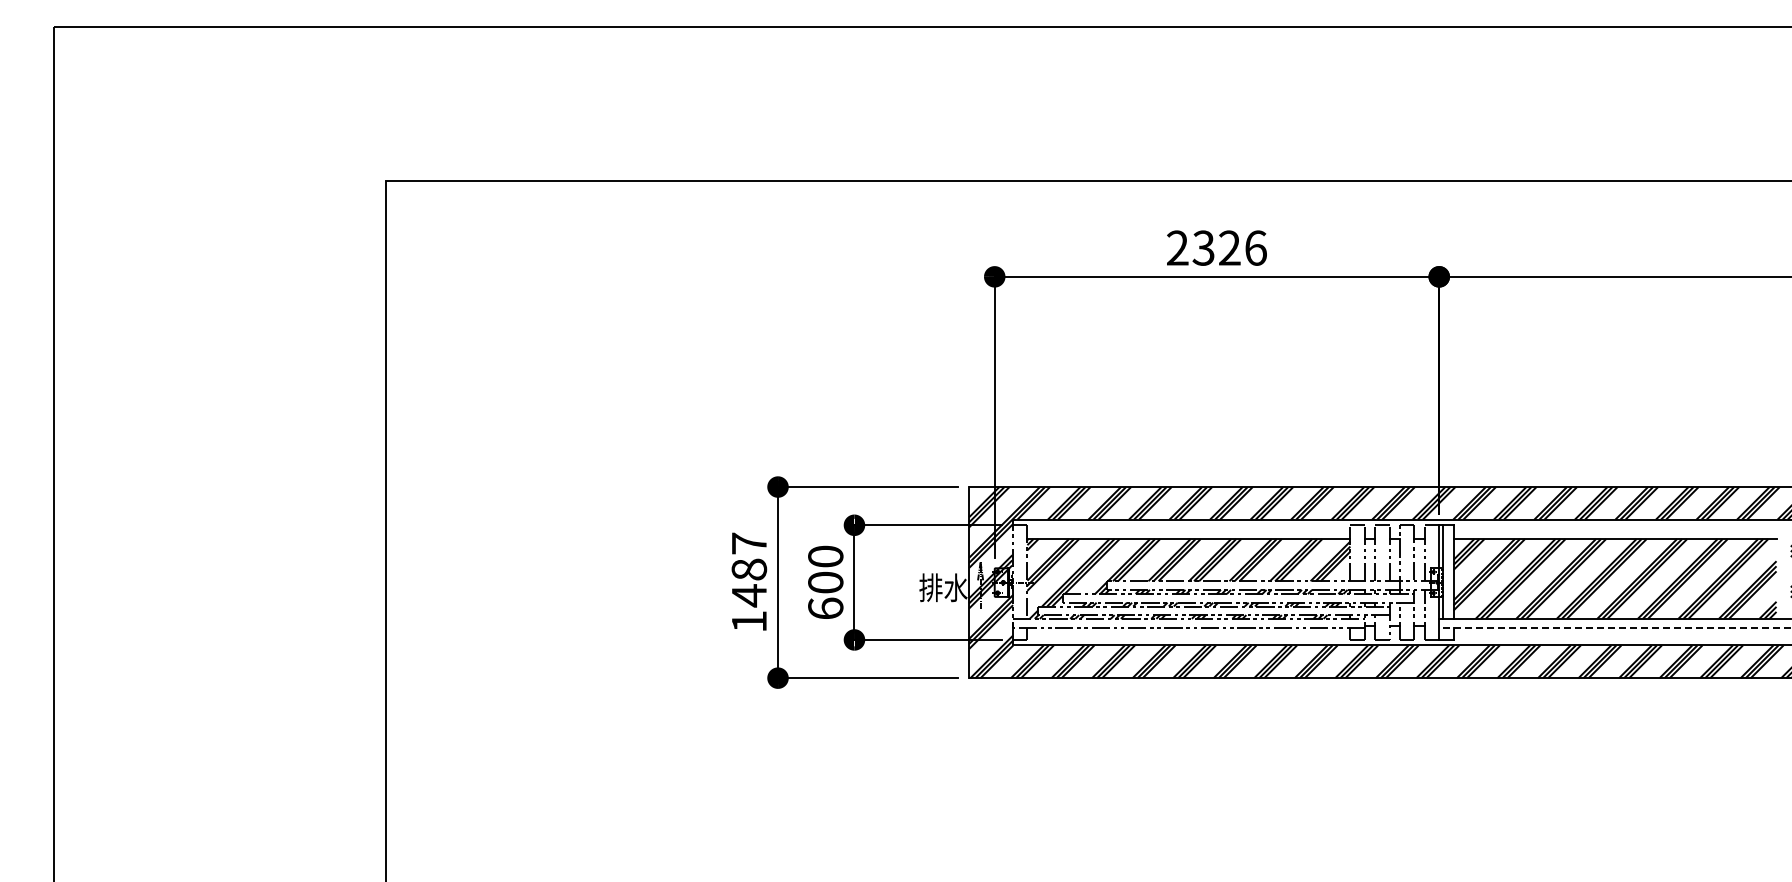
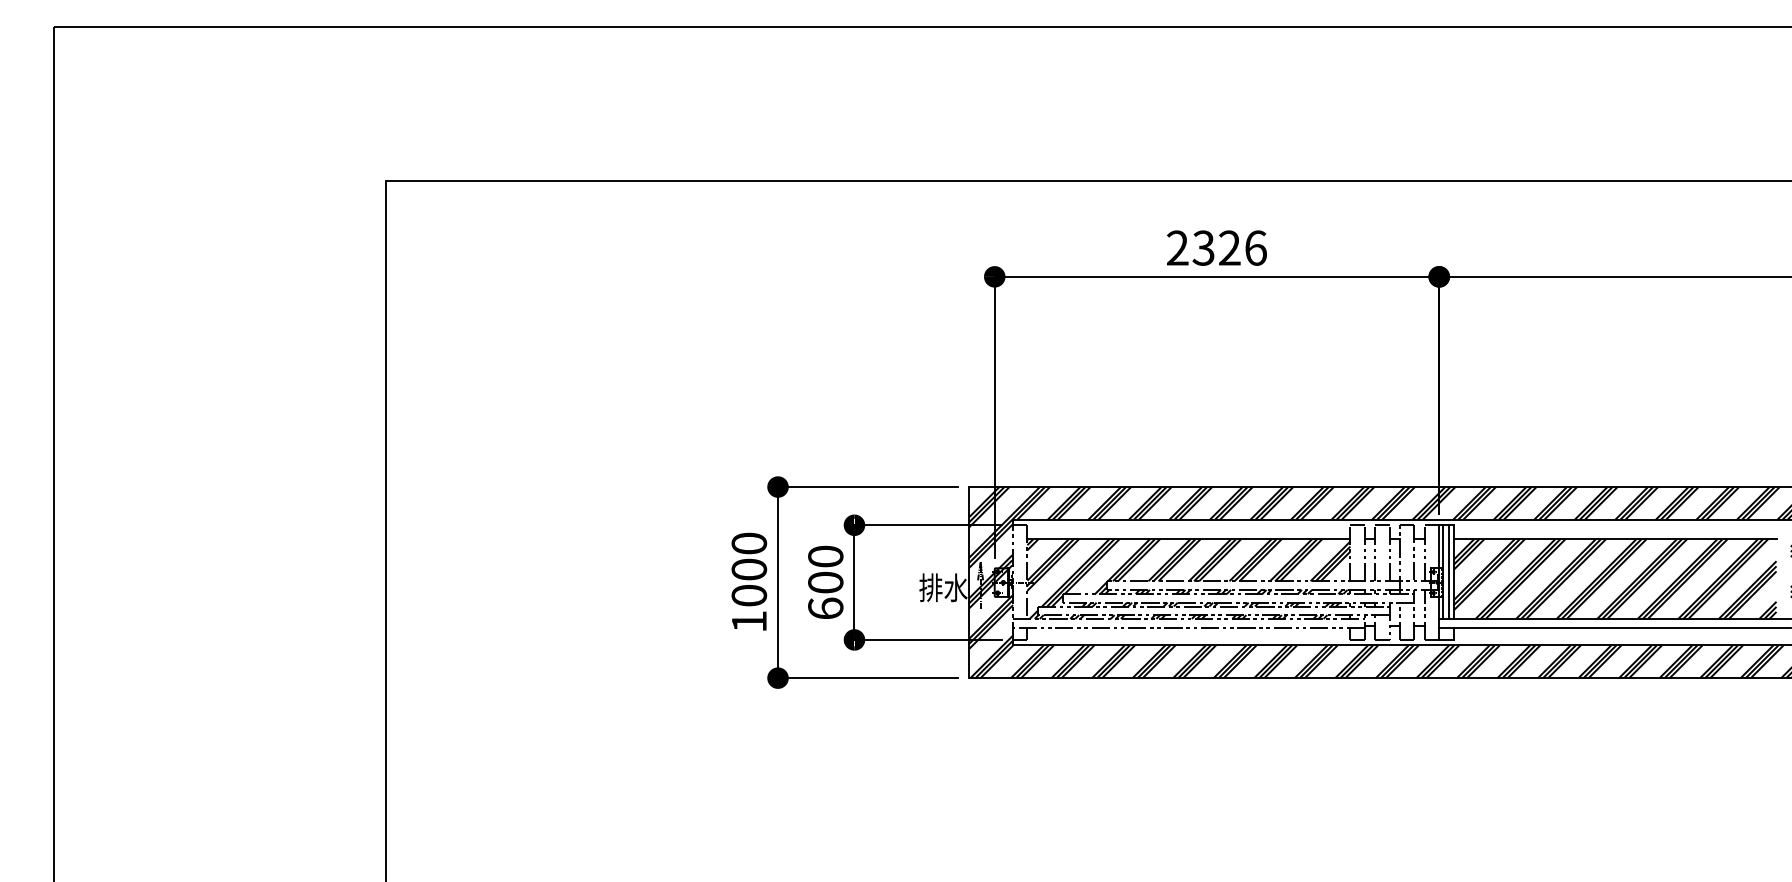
text at (749, 569): 1487 -> 1000
line at (1449, 571): none -> present
line at (1615, 627): dashed -> solid
